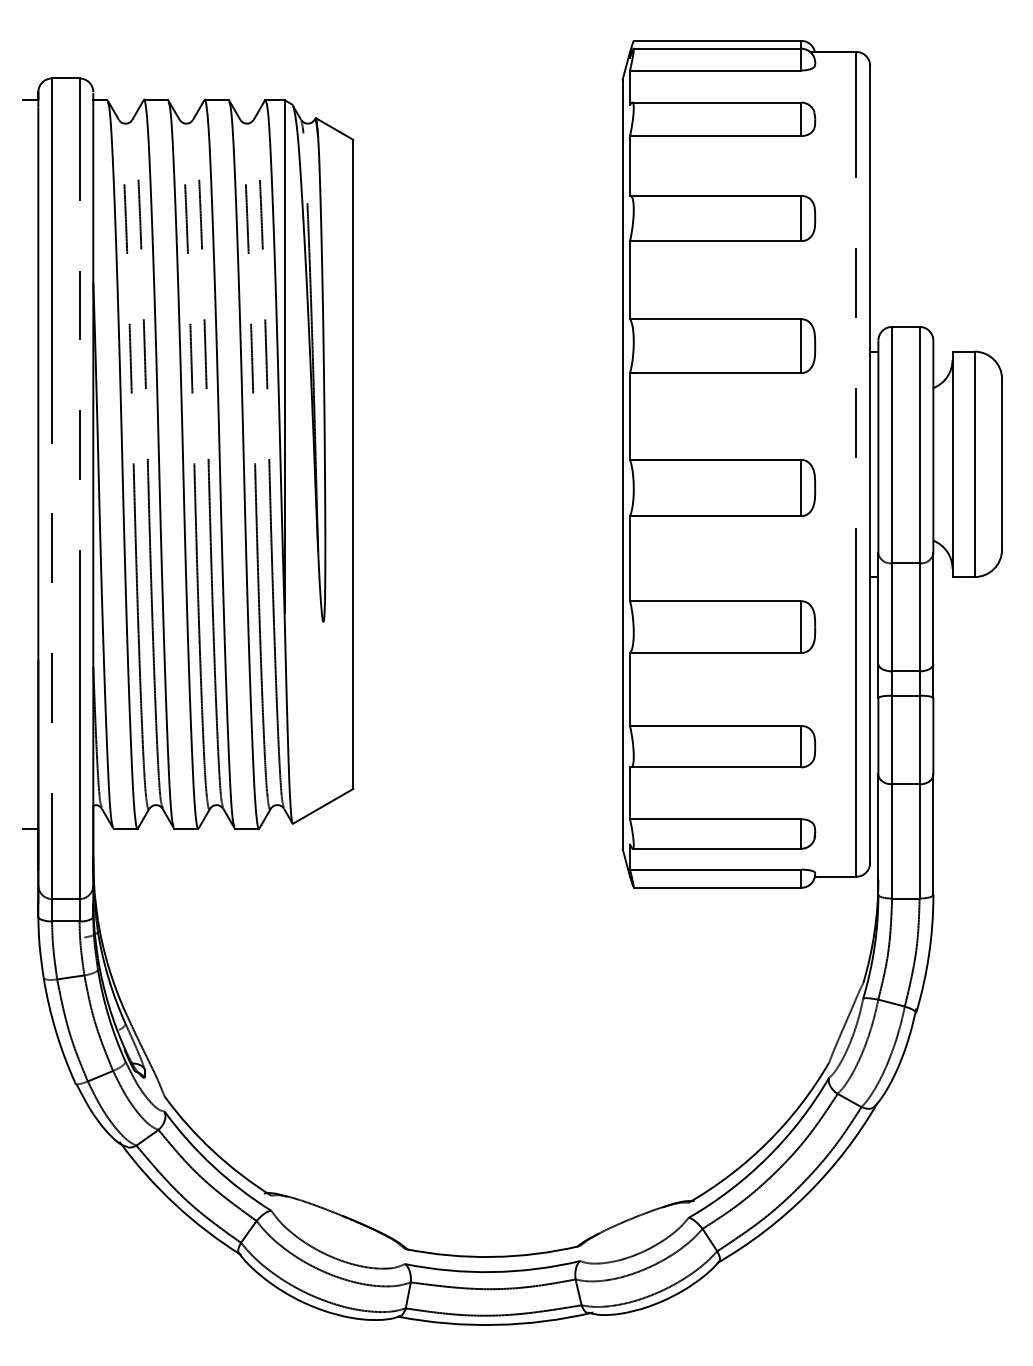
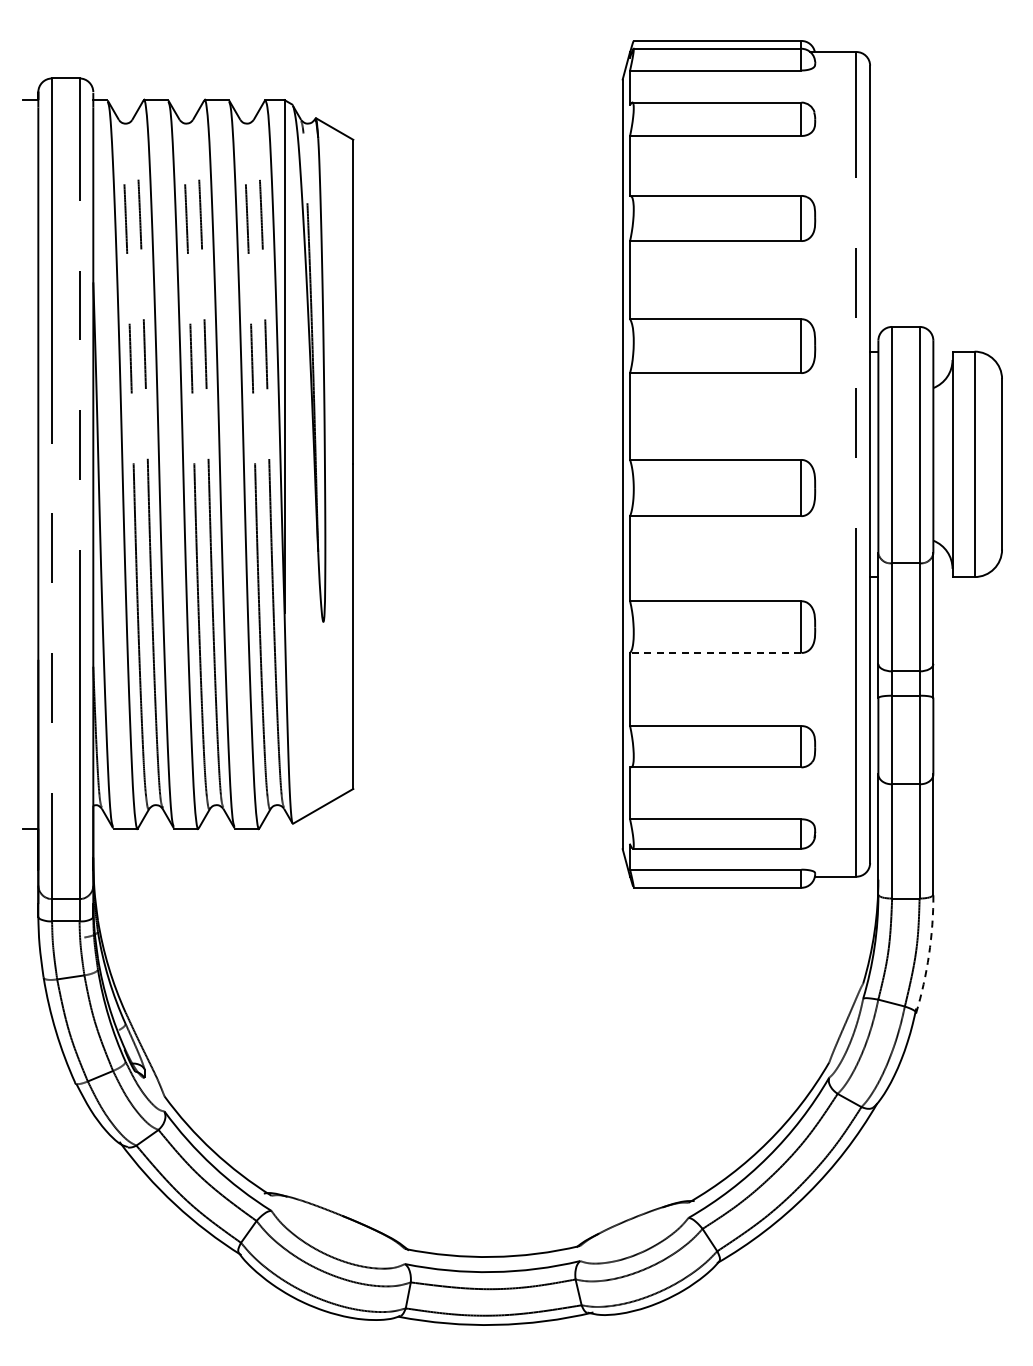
line at (715, 653): solid -> dashed
arc at (929, 954): solid -> dashed
